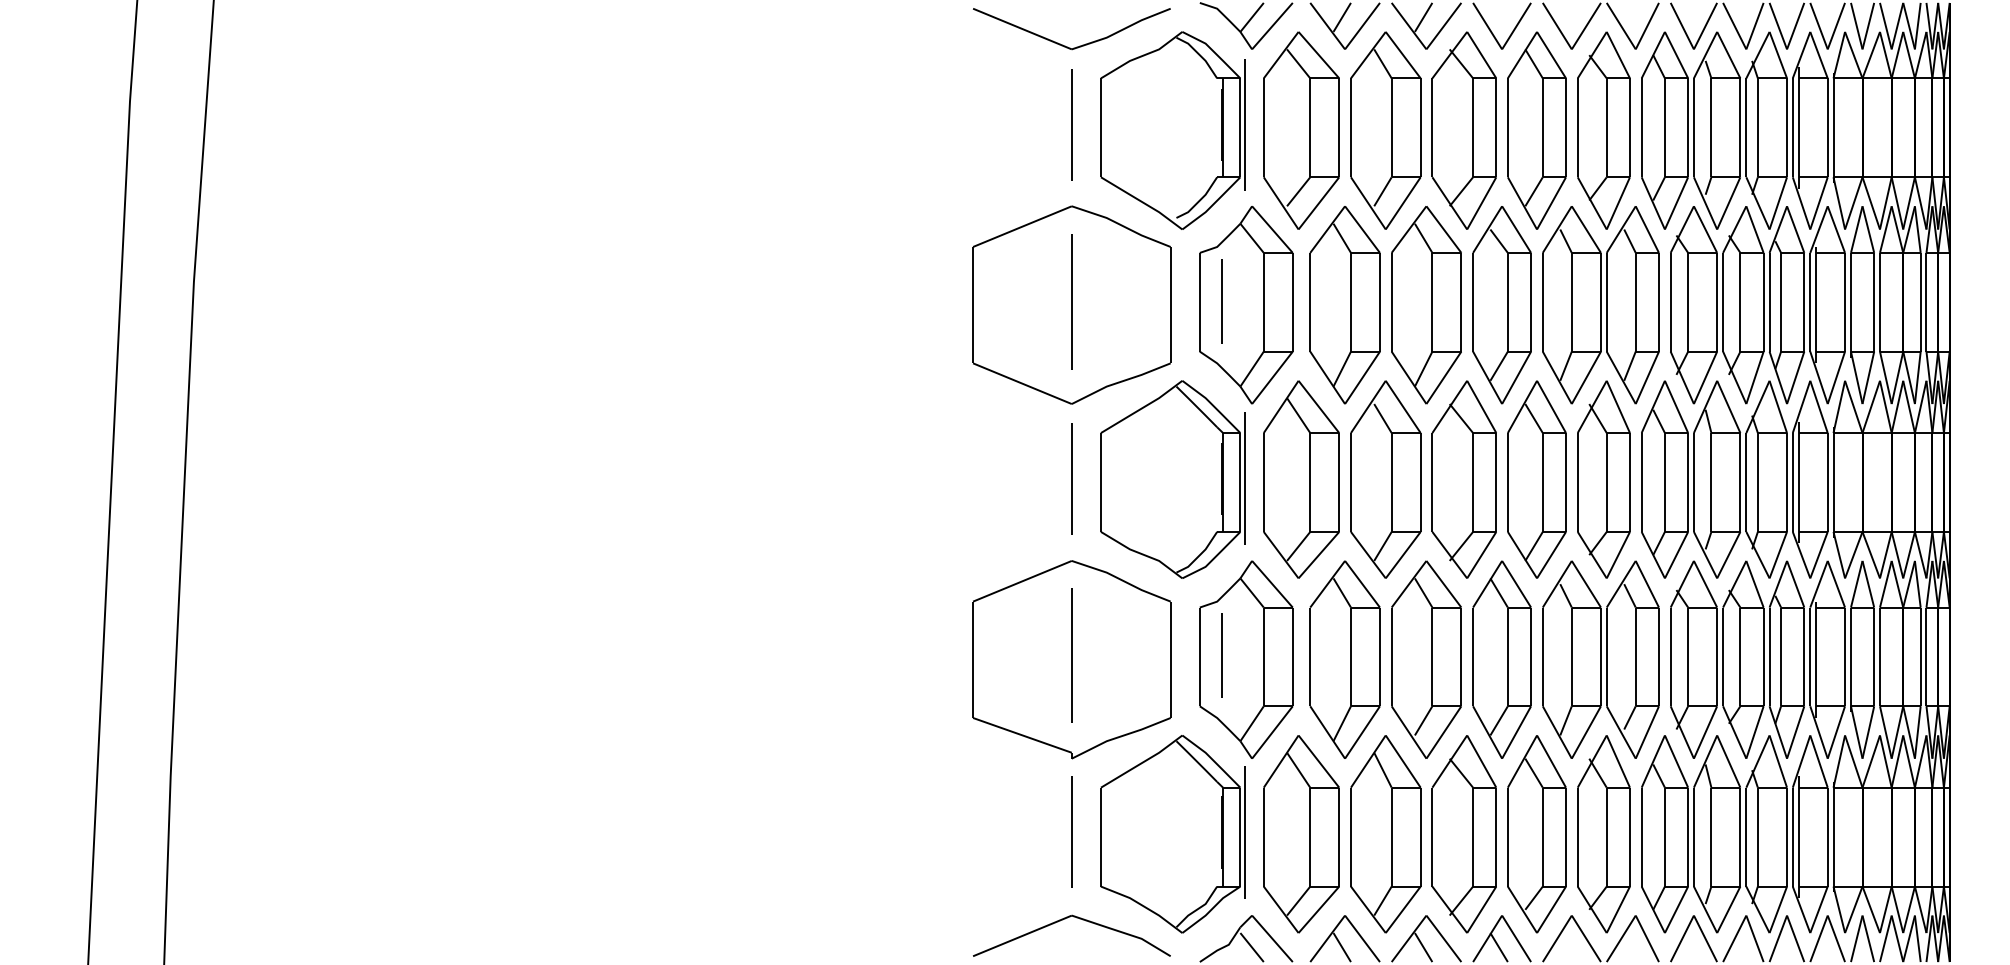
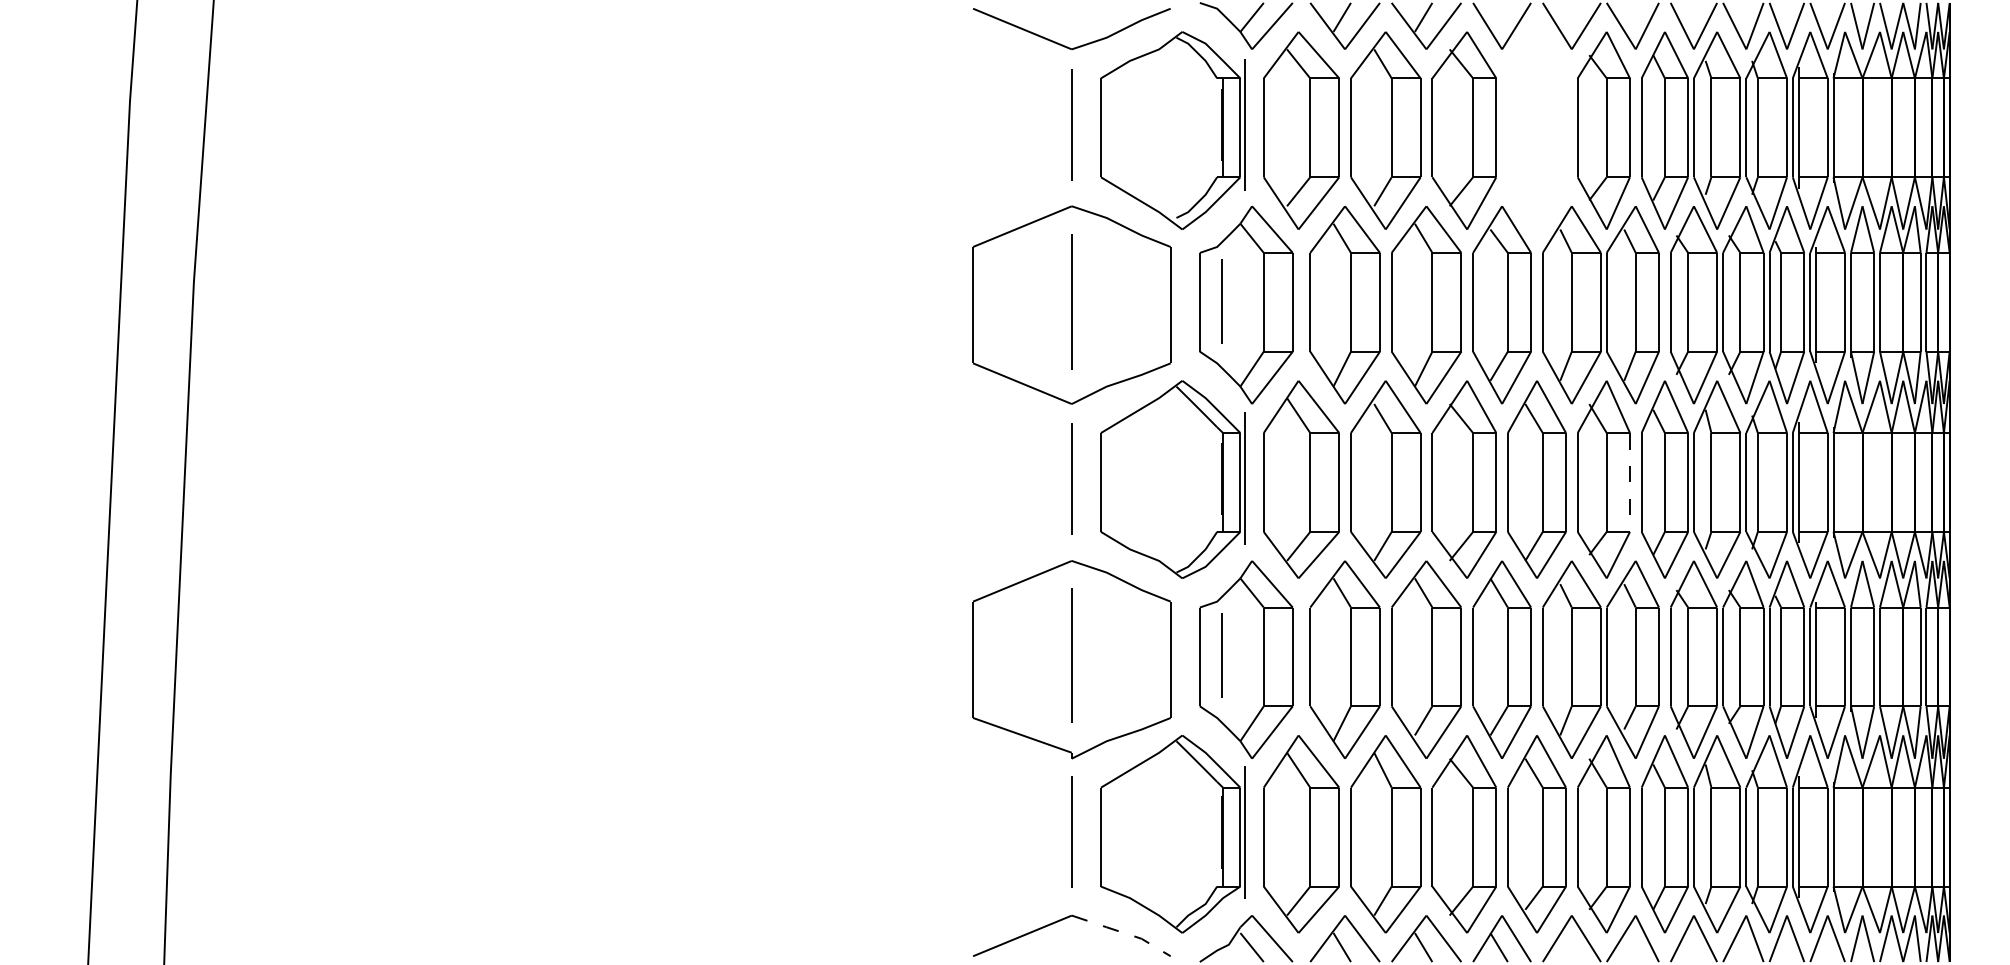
part at (1536, 130): present -> none
line at (1629, 482): solid -> dashed
line at (1122, 932): solid -> dashed
